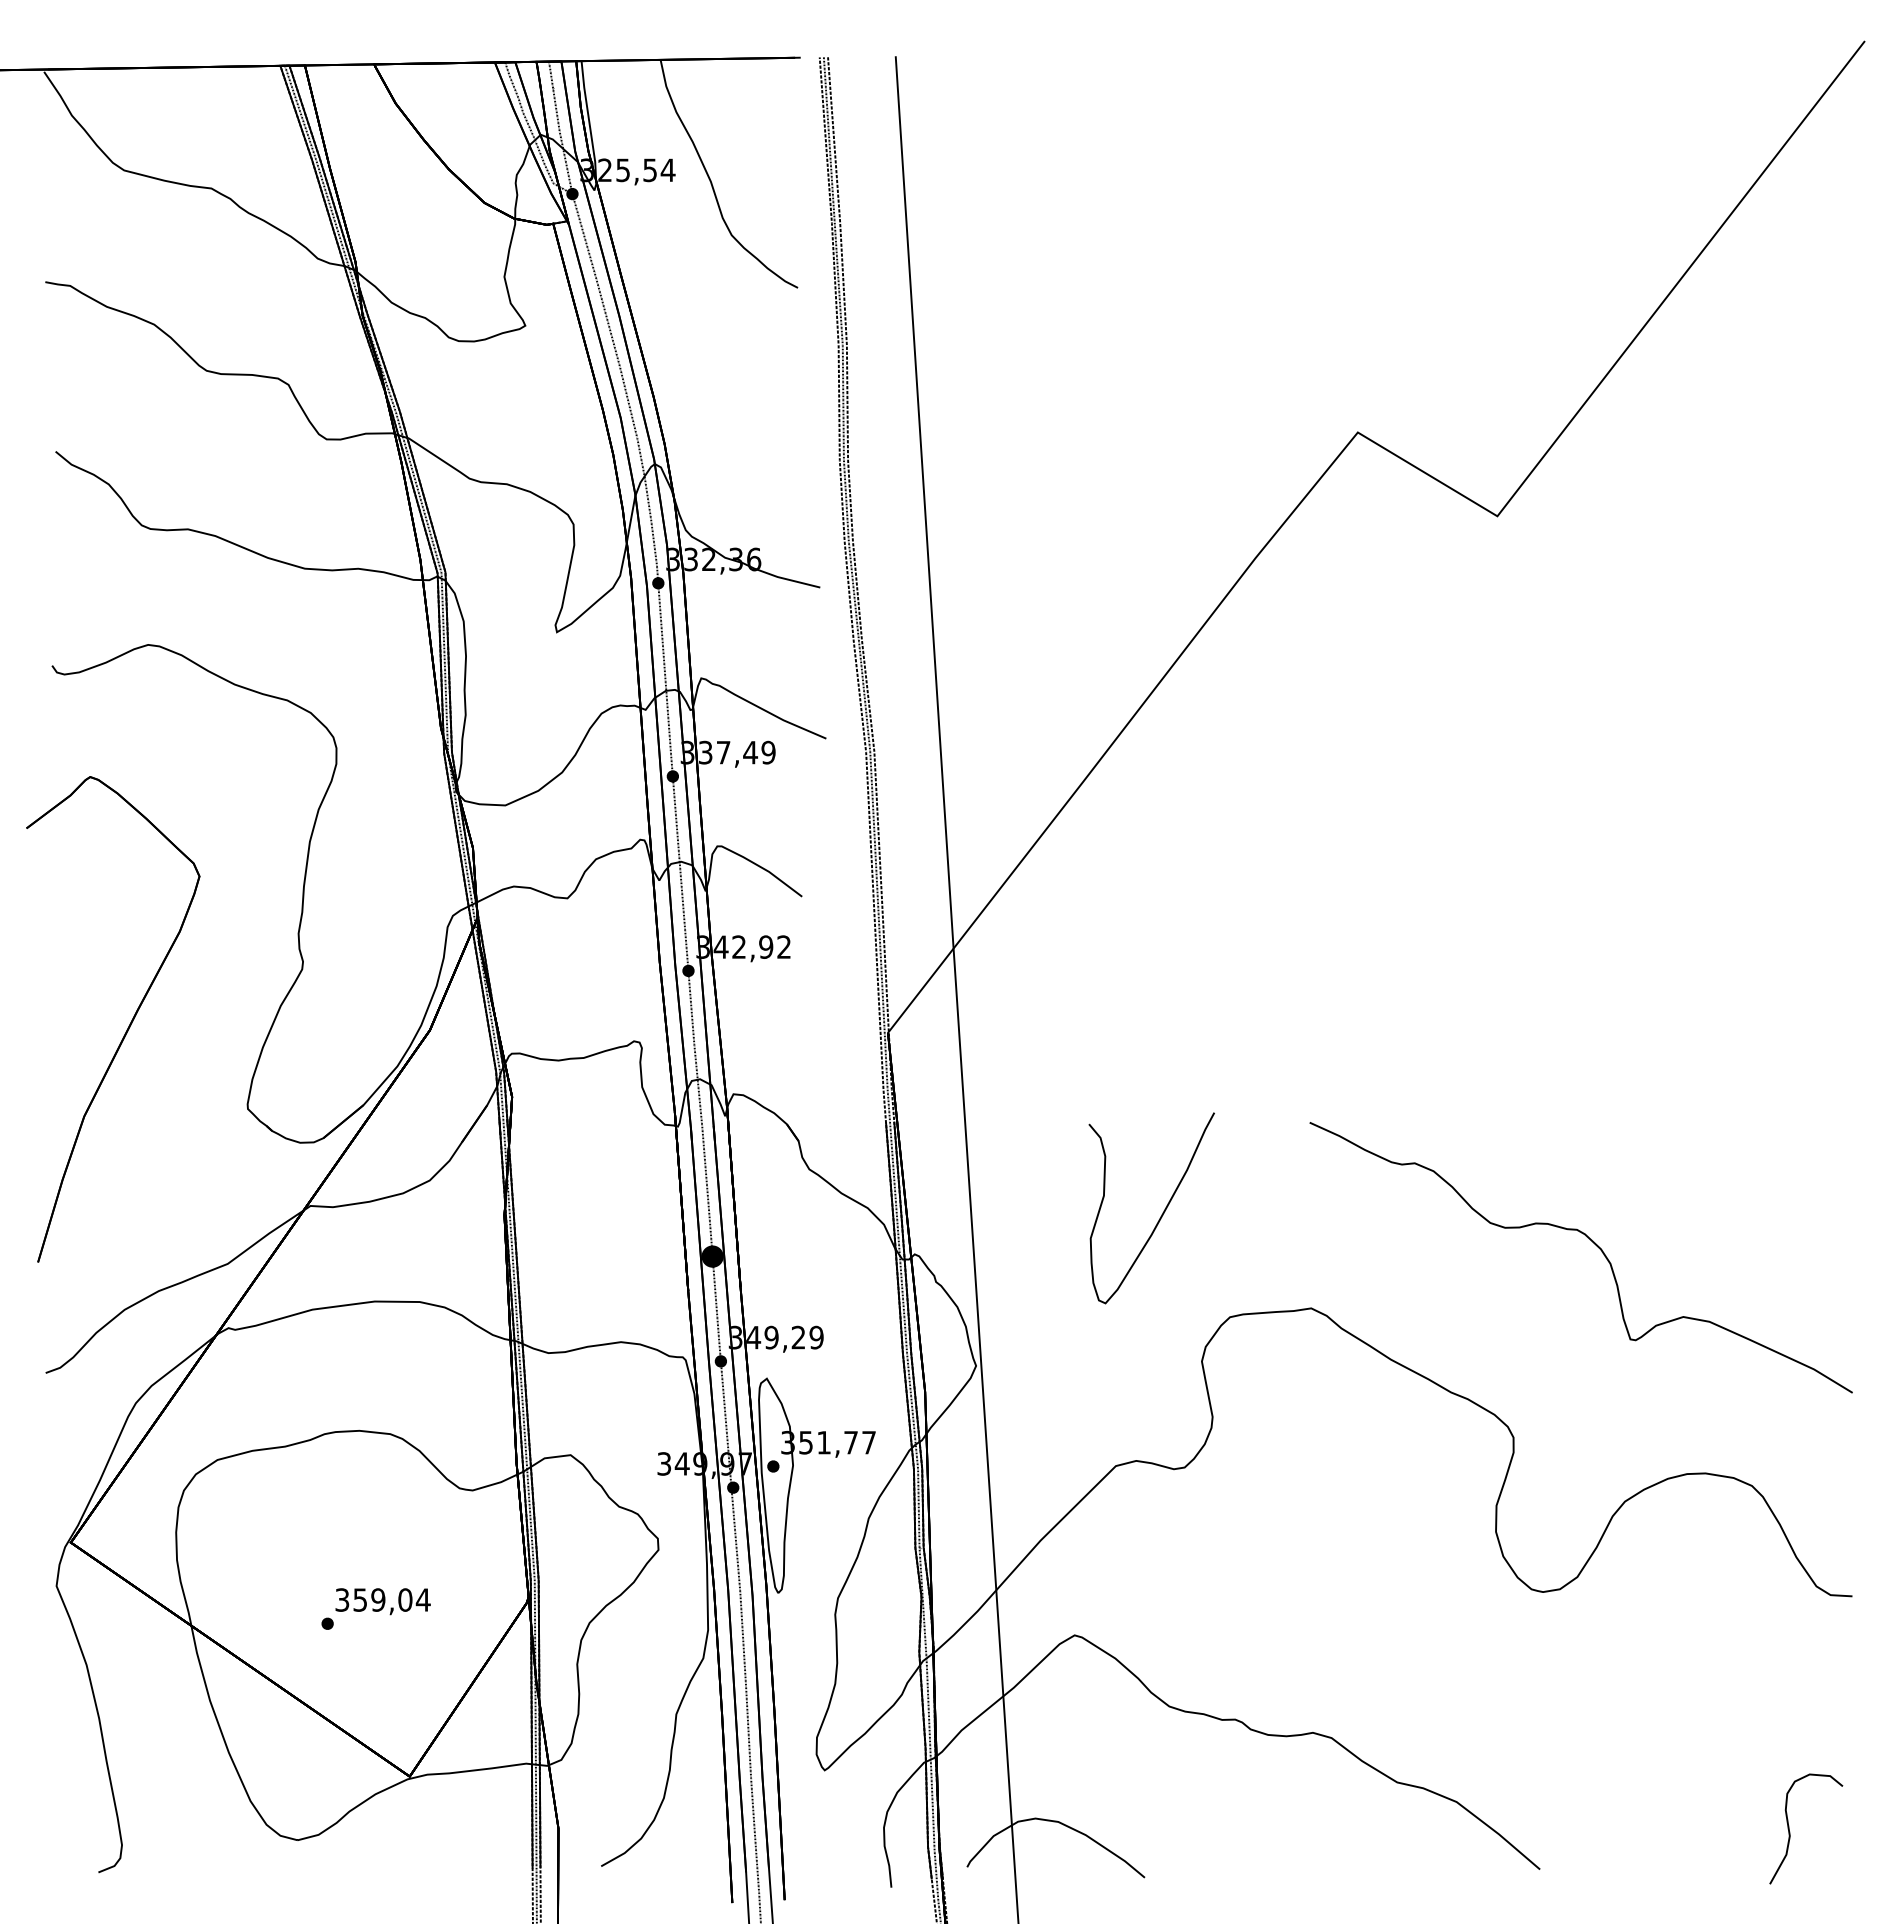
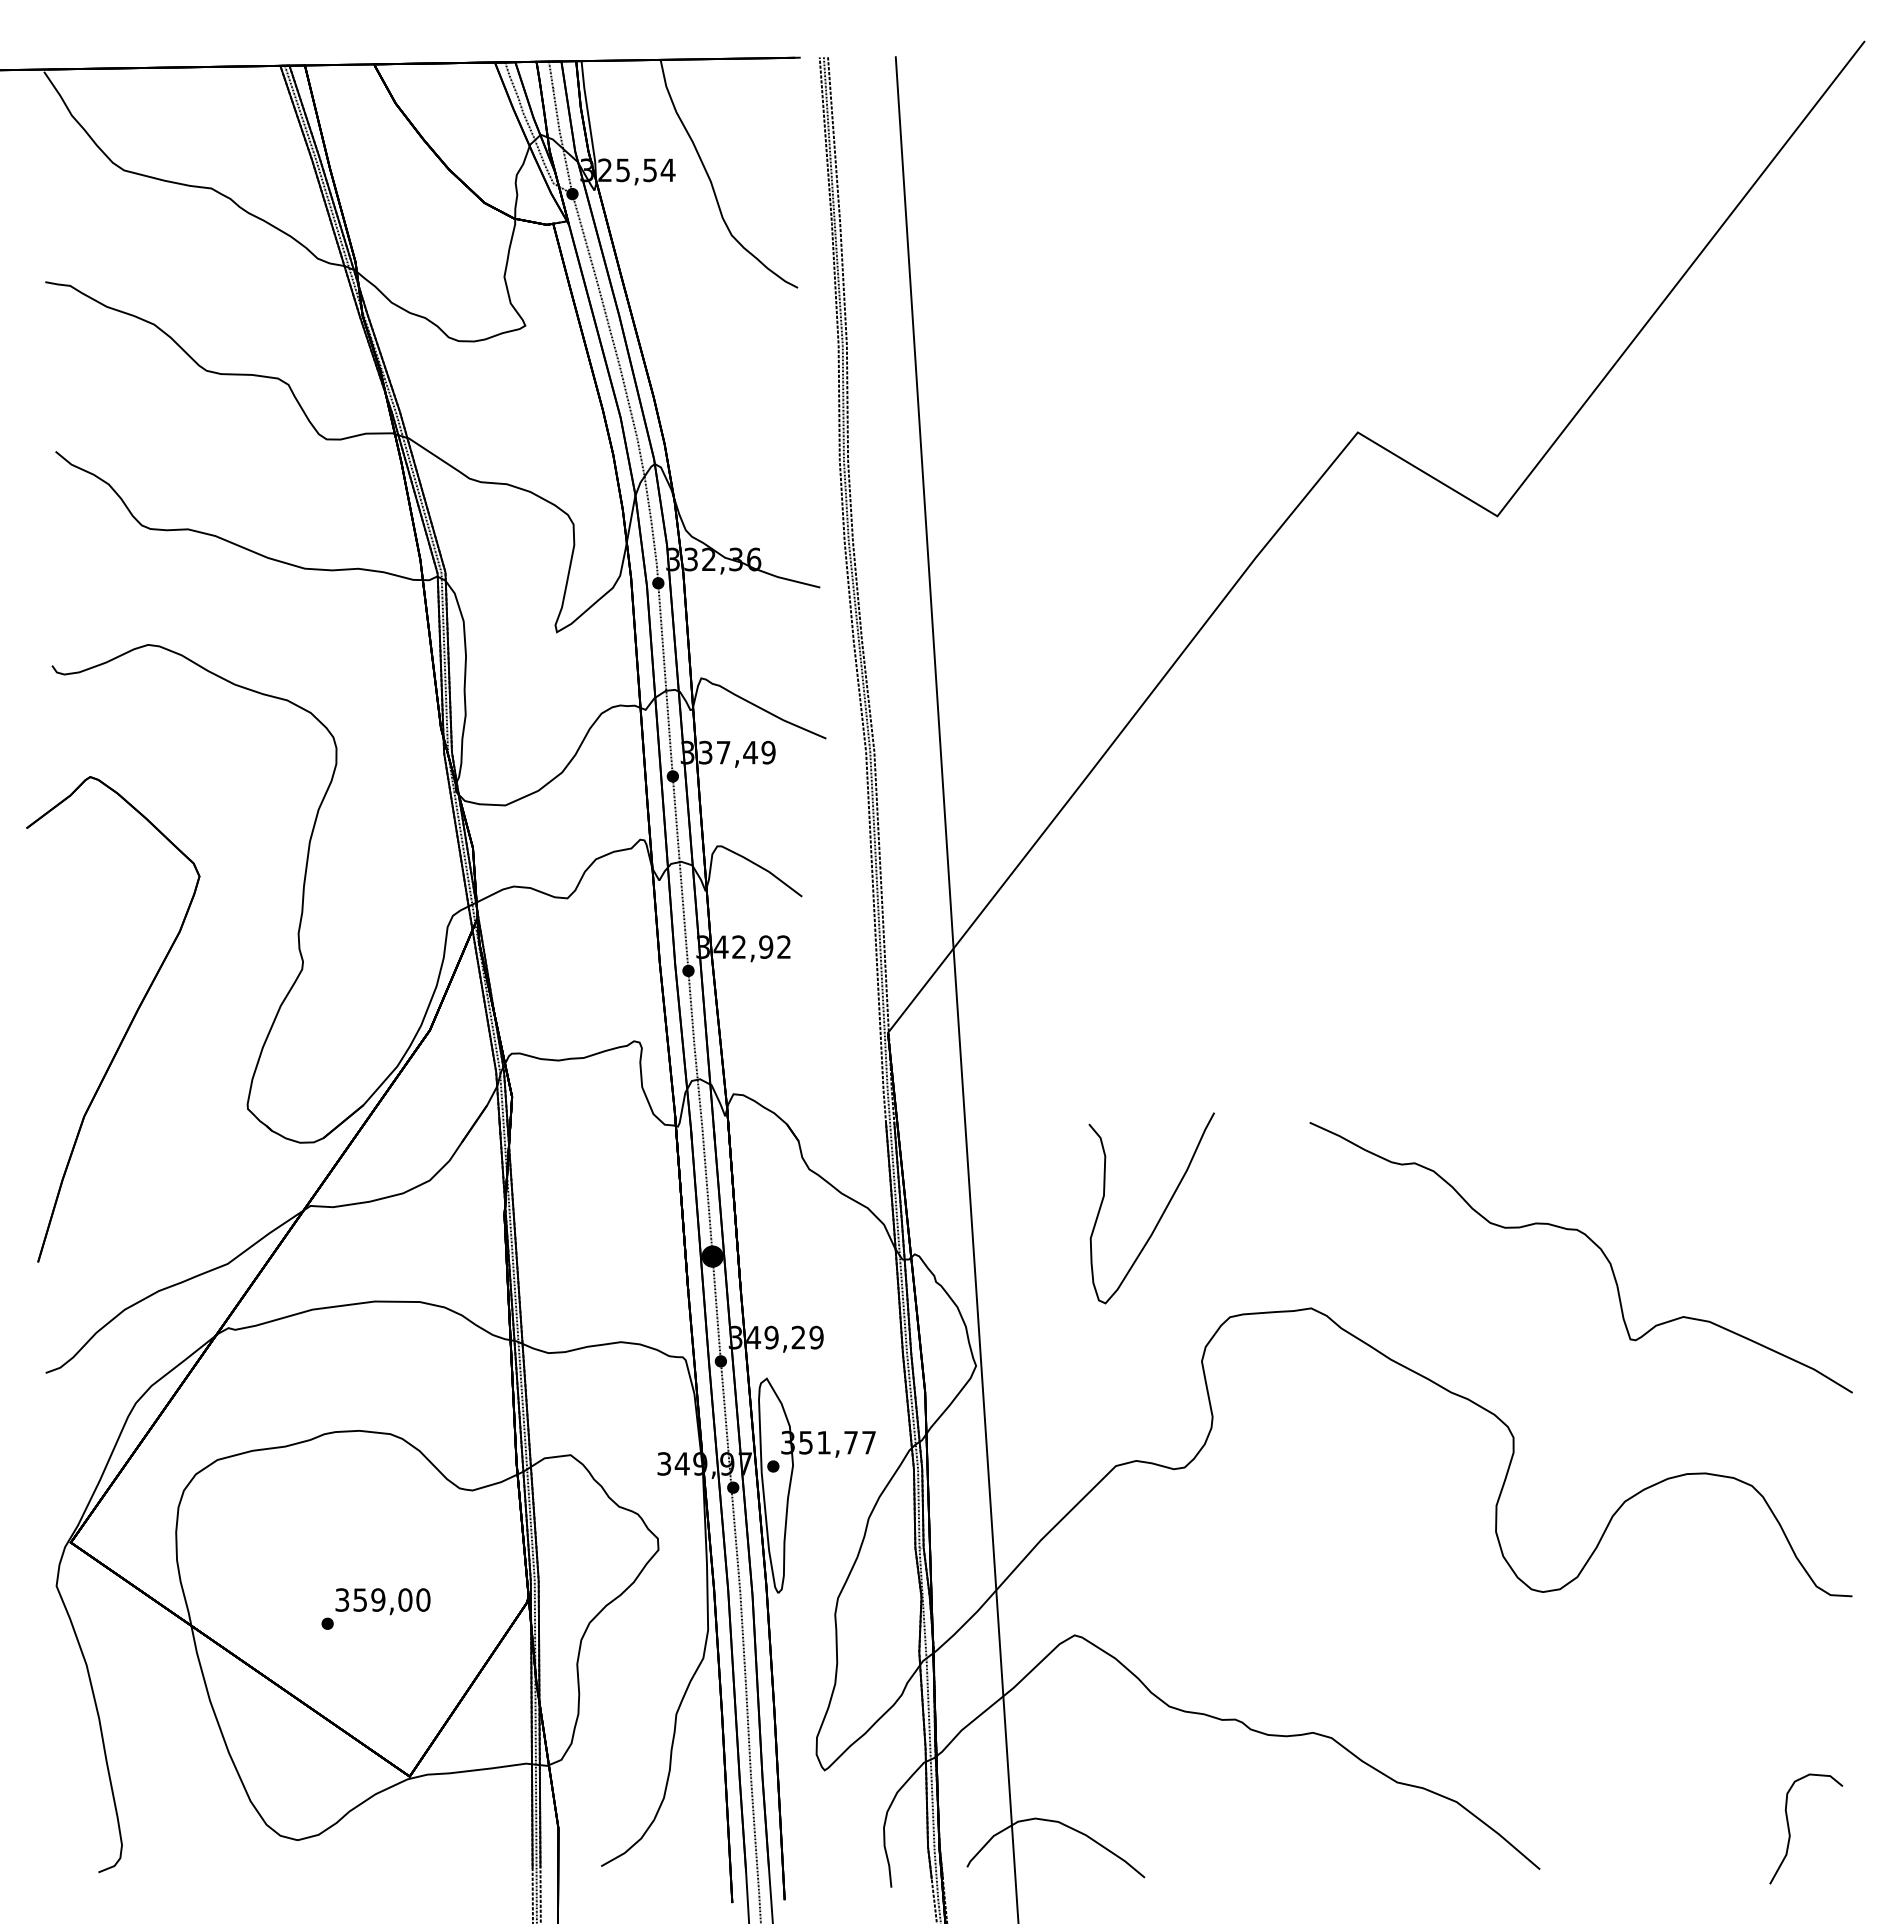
text at (422, 1599): 359,04 -> 359,00
